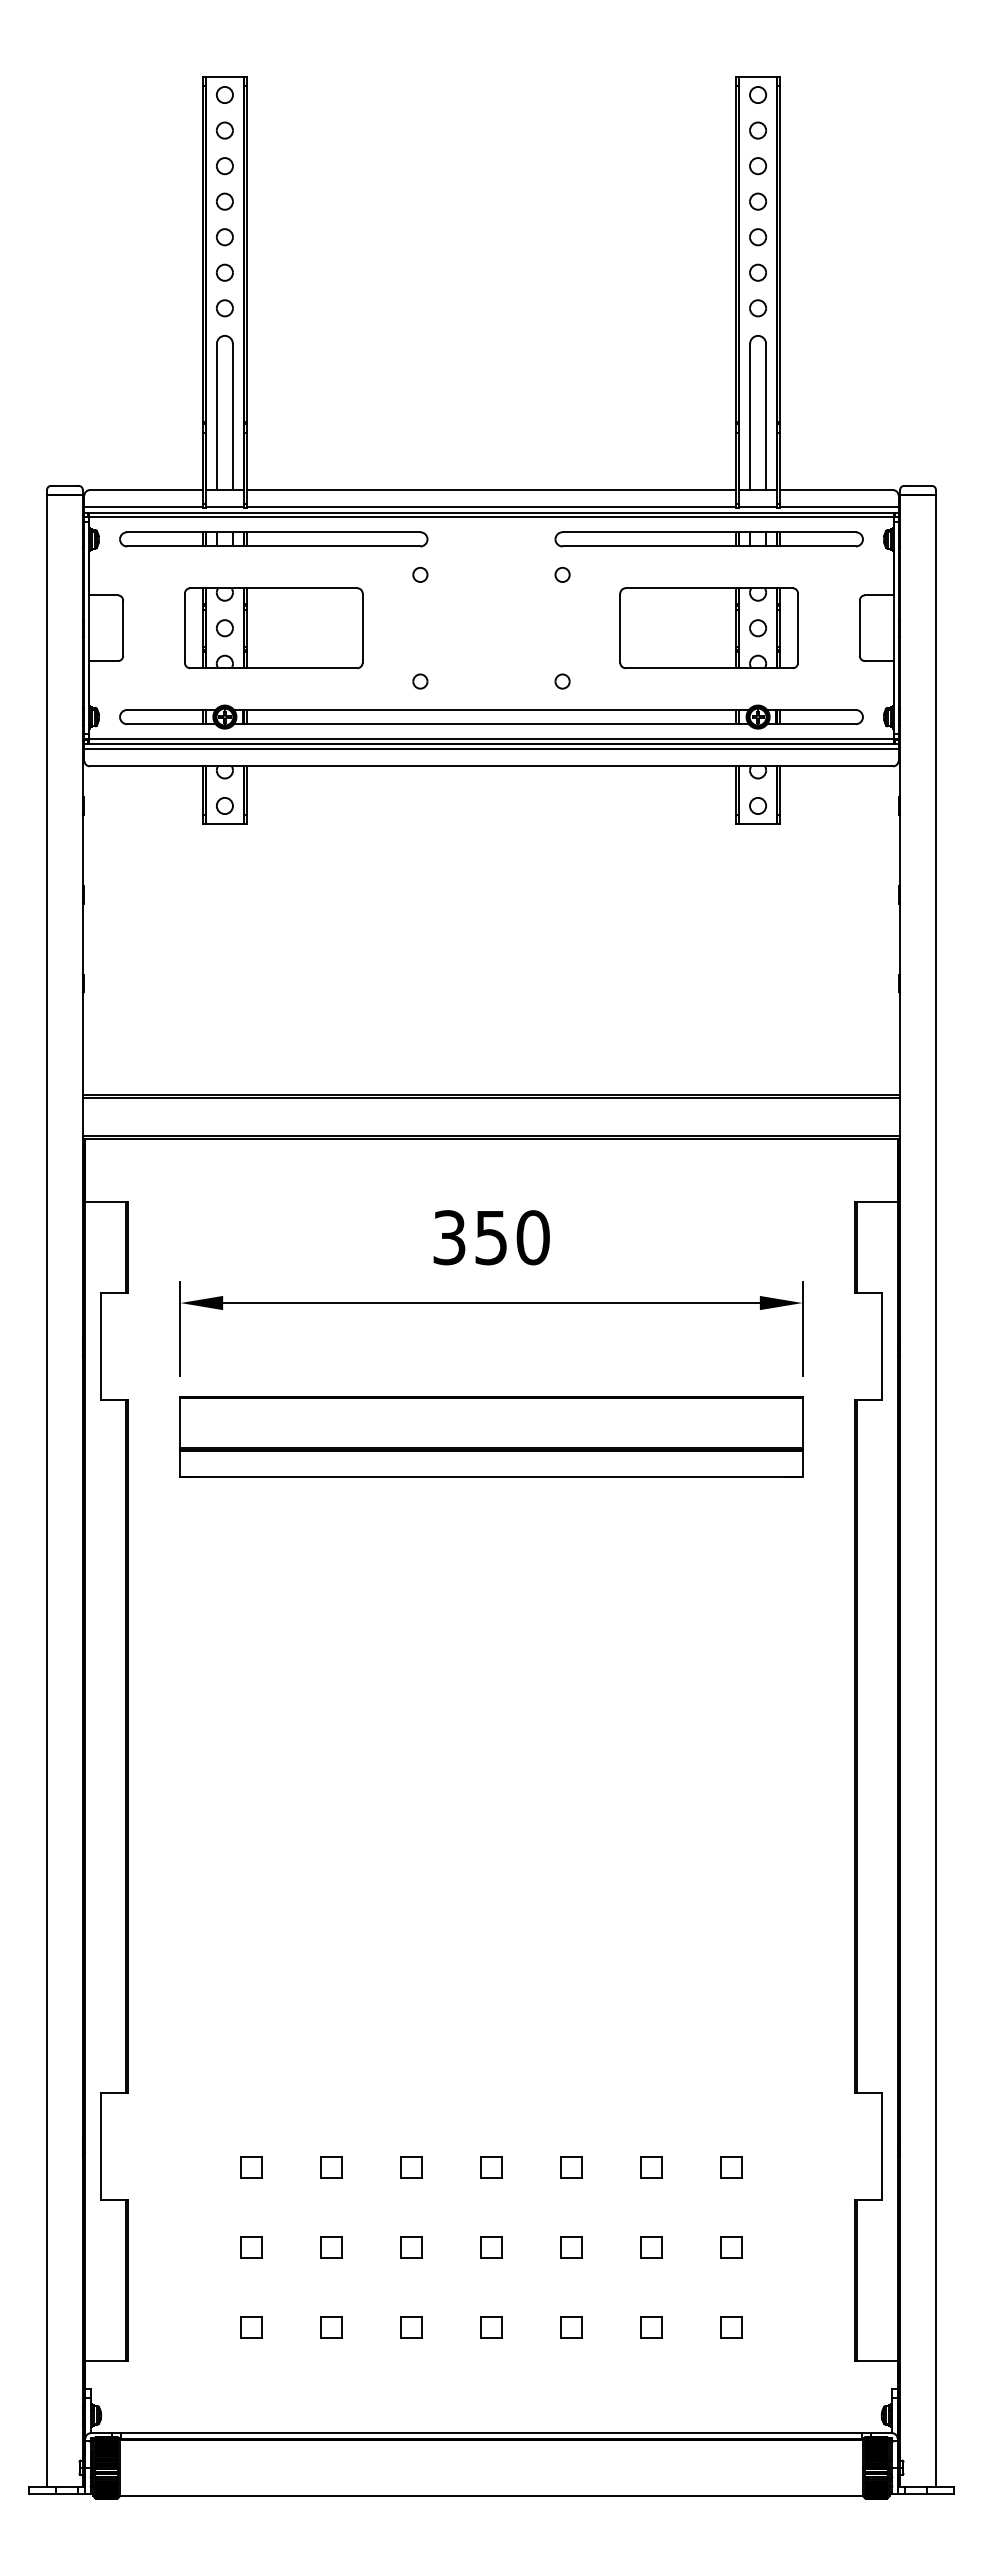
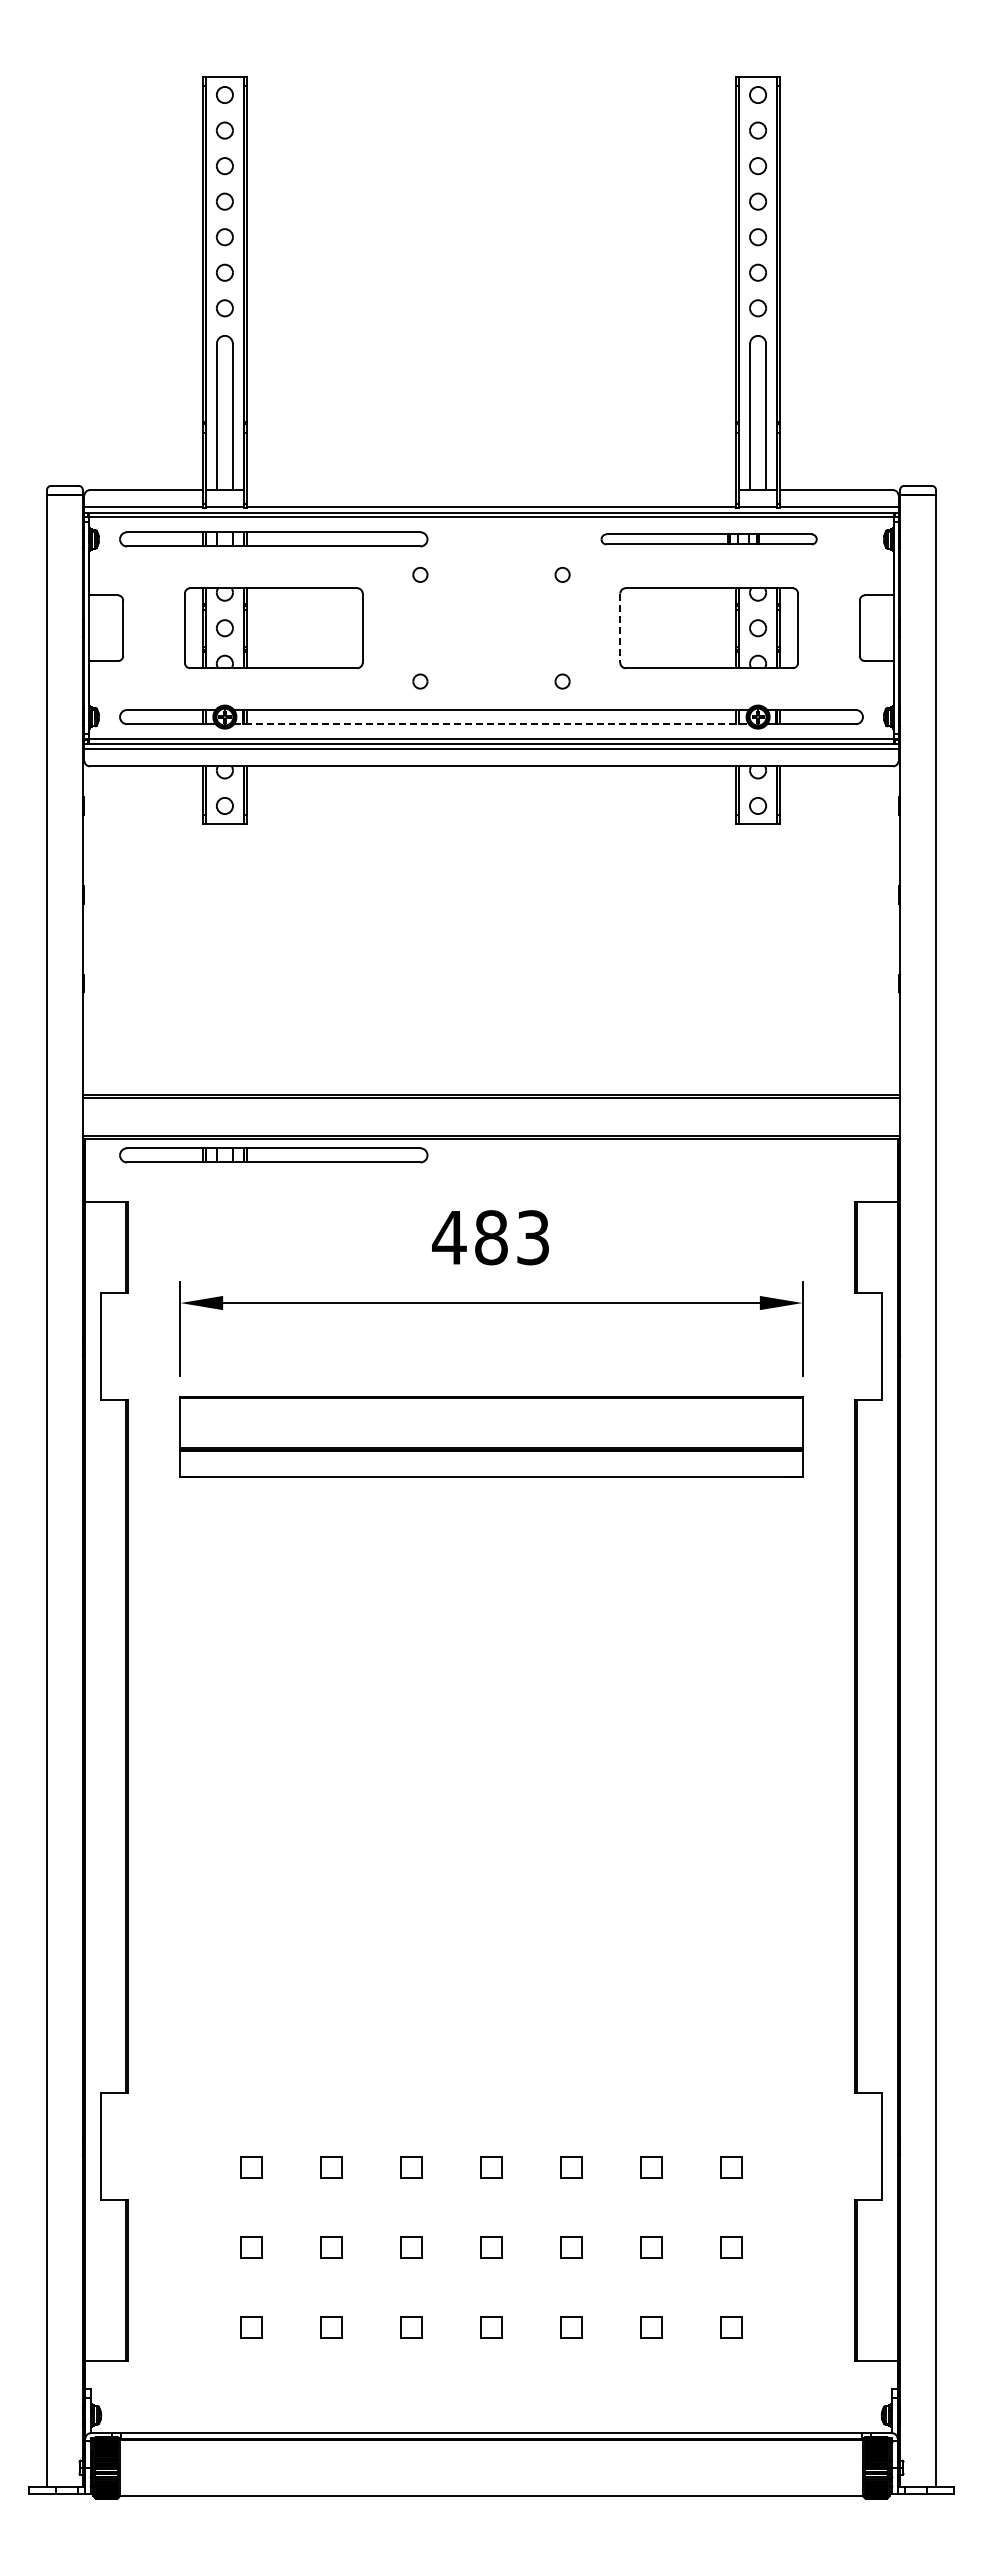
line at (491, 490): present -> none
part at (708, 539) size: 310x17 px -> 218x13 px
line at (620, 628): solid -> dashed
line at (491, 724): solid -> dashed
part at (273, 1155): none -> present
text at (490, 1237): 350 -> 483
